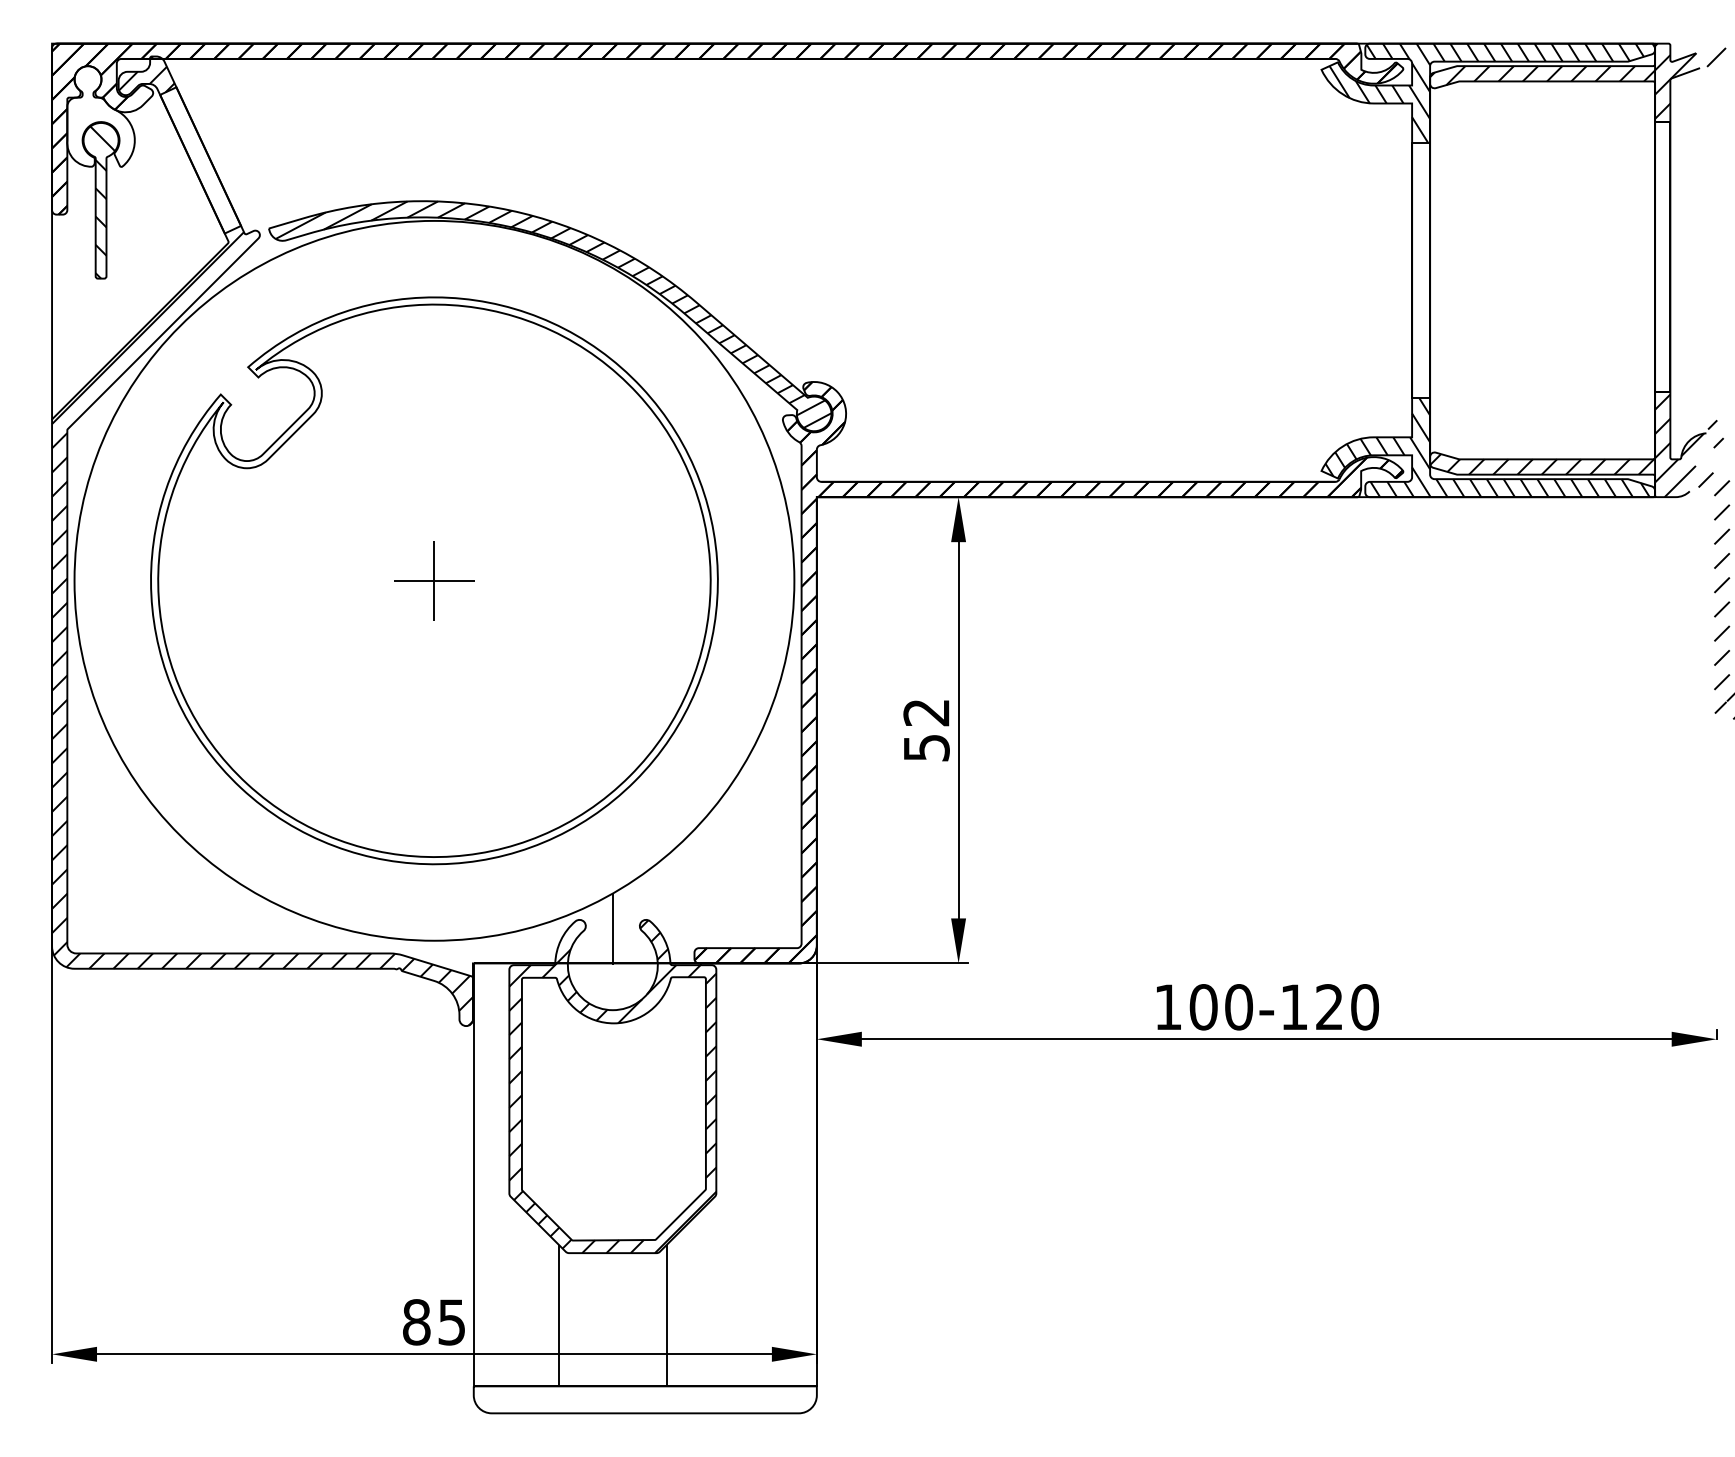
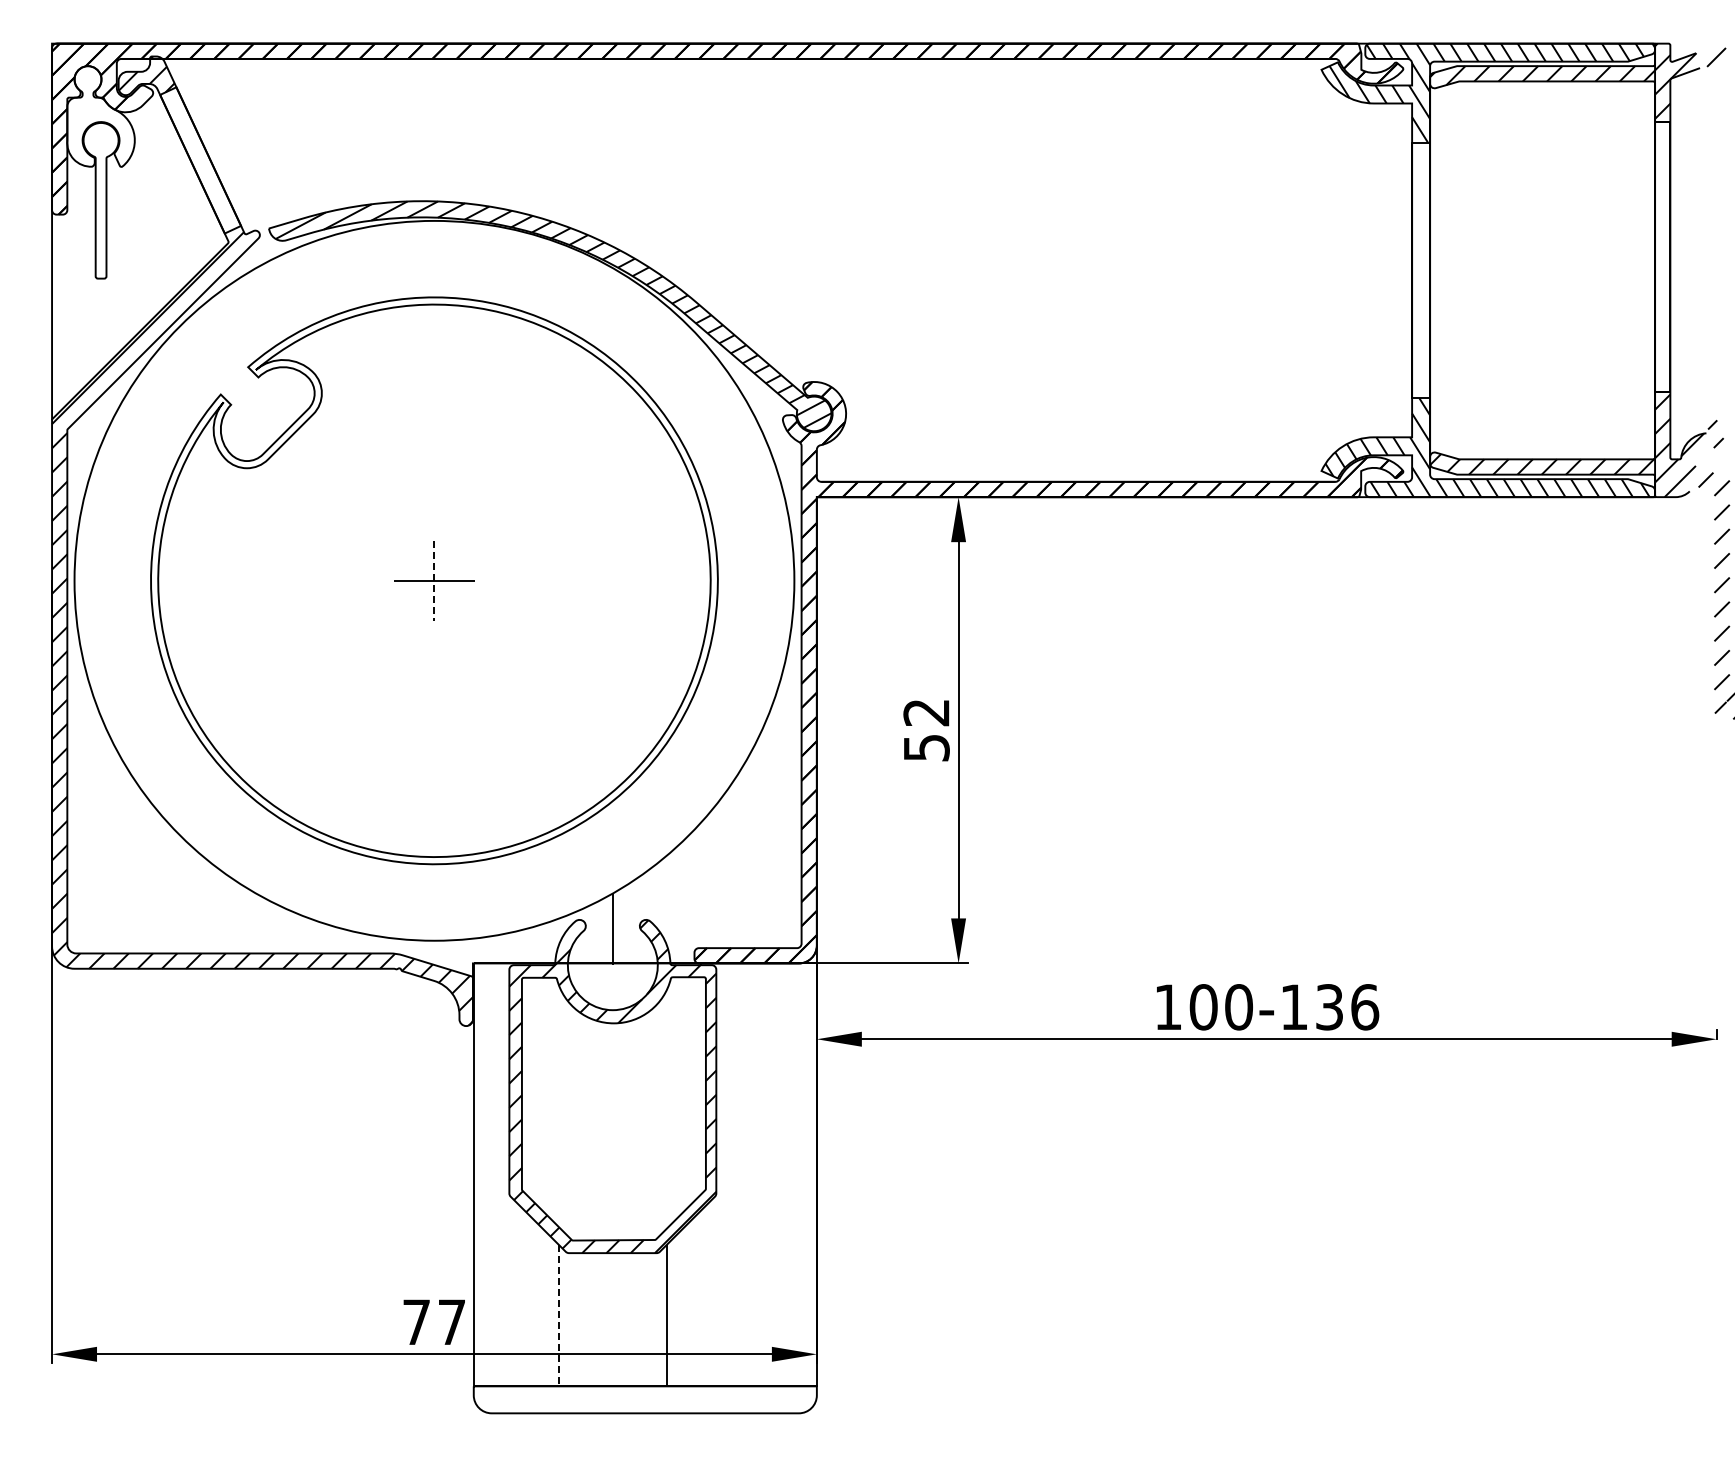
hatch at (102, 202): present -> none
line at (434, 581): solid -> dashed
text at (1347, 1007): 100-120 -> 100-136
line at (558, 1315): solid -> dashed
text at (433, 1322): 85 -> 77
